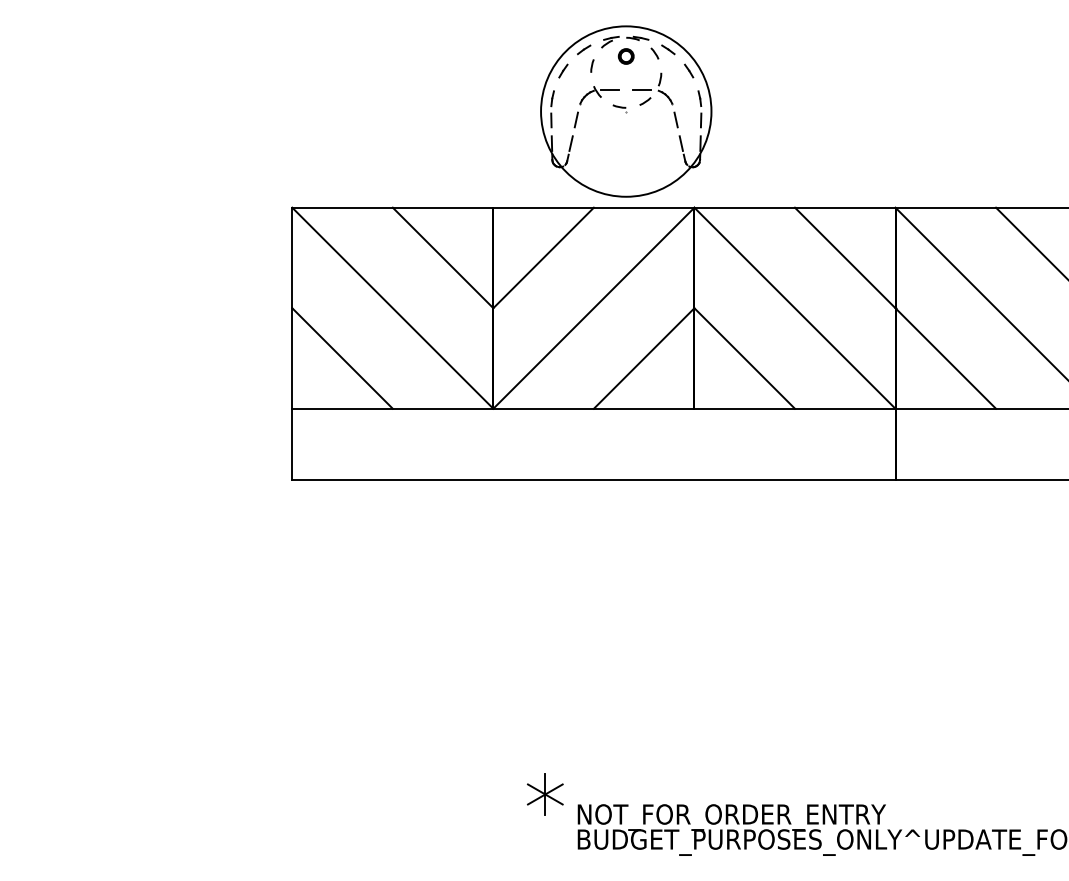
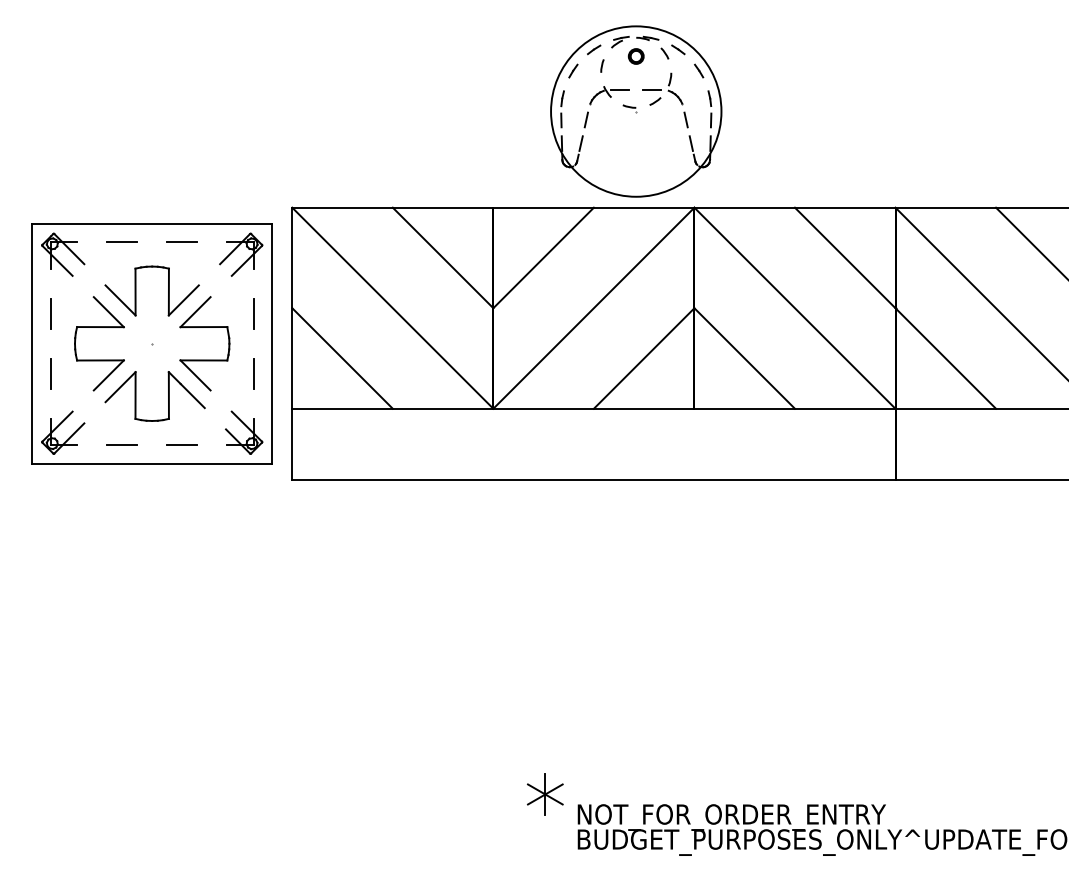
part at (626, 111) position: (626, 111) -> (636, 111)
part at (151, 343): none -> present
